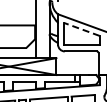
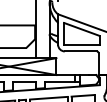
line at (81, 29): dashed -> solid
